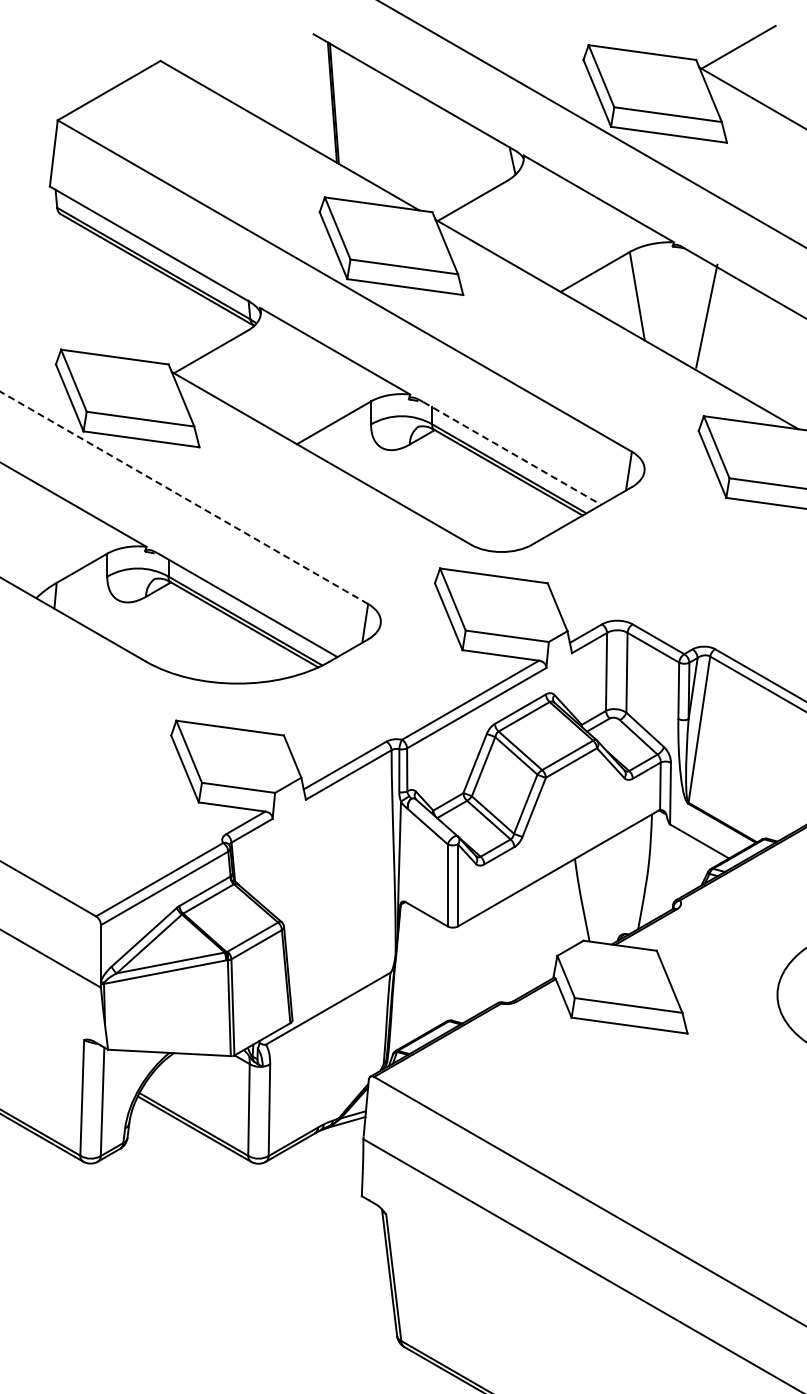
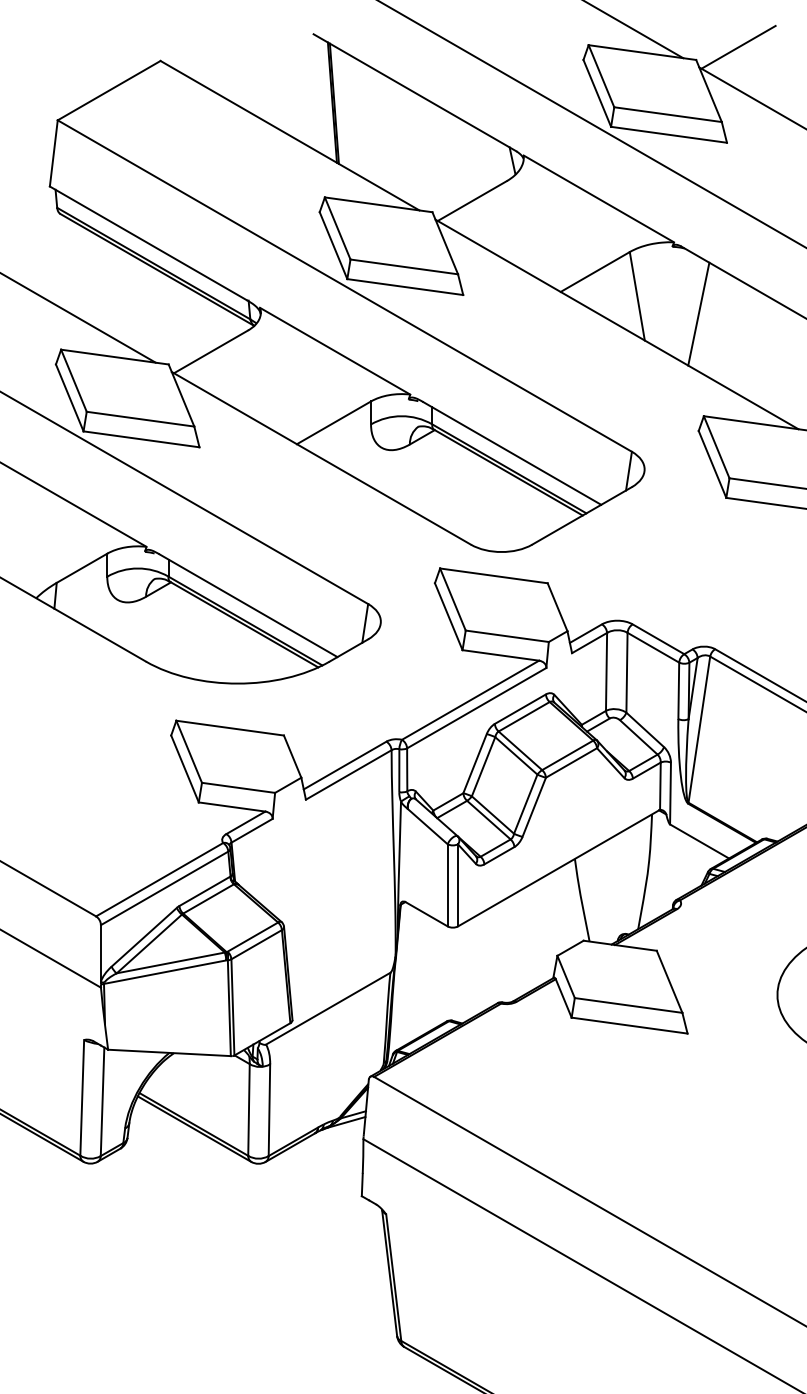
line at (634, 30): none -> present
line at (706, 315) position: (706, 315) -> (698, 313)
line at (78, 318): none -> present
line at (512, 453): dashed -> solid
line at (183, 497): dashed -> solid
